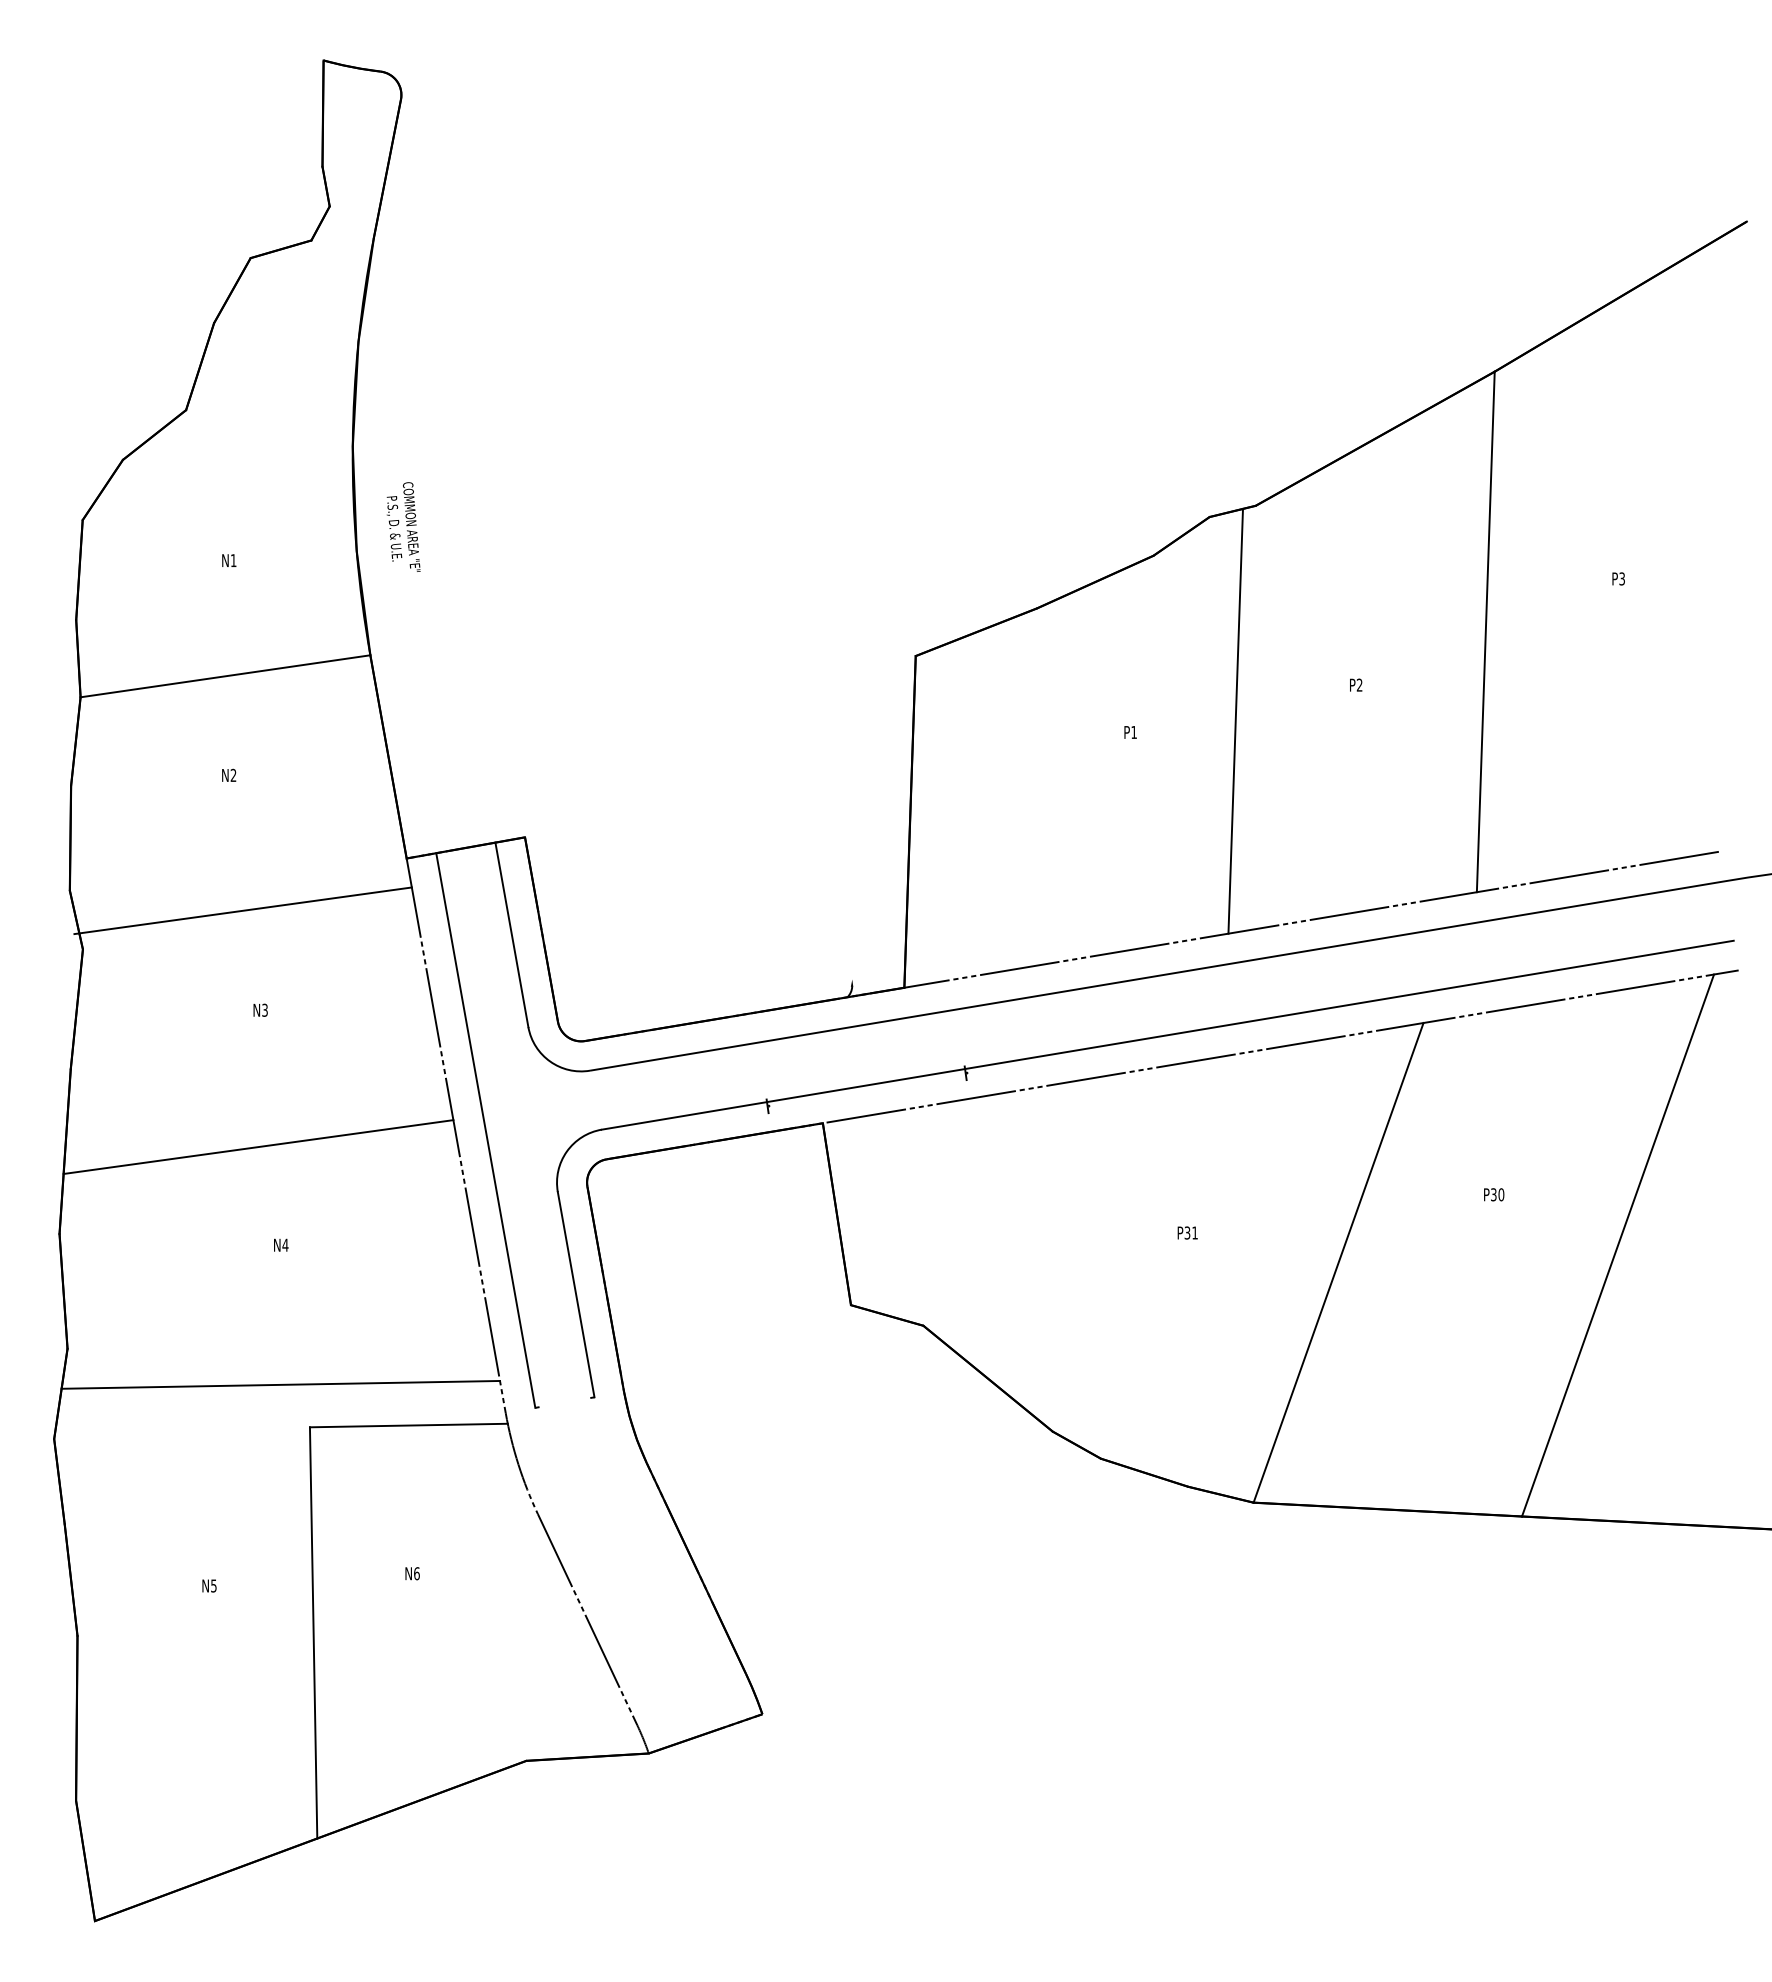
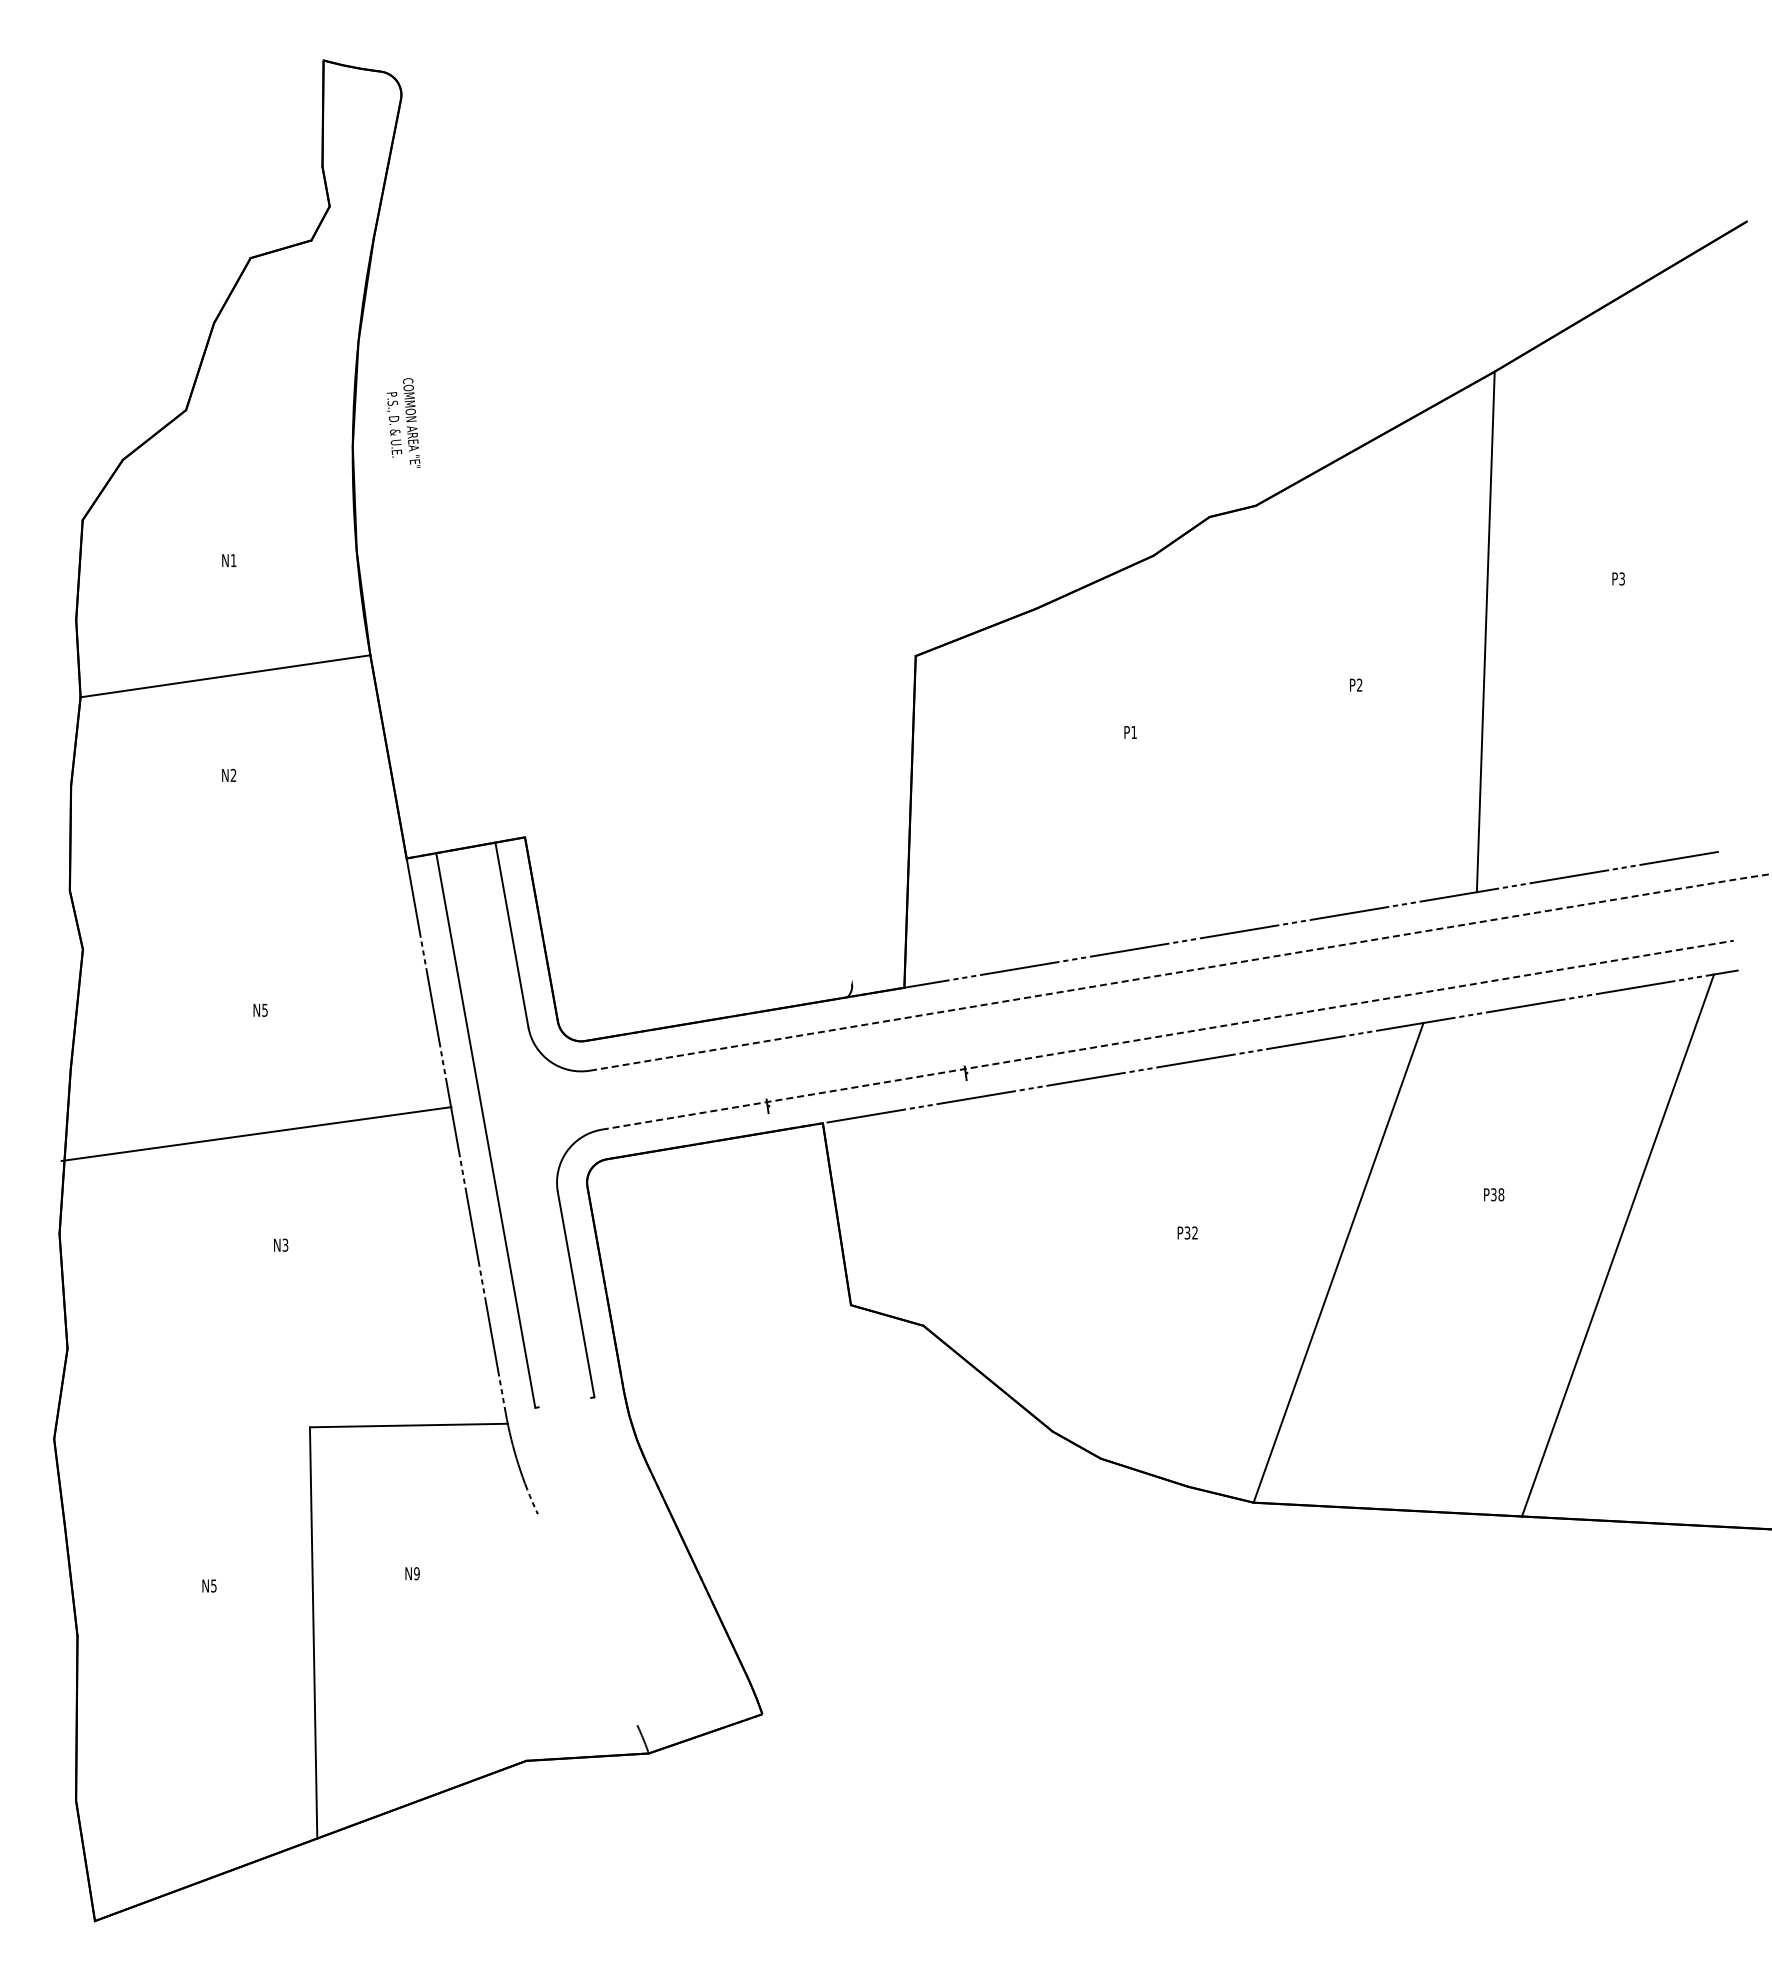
text at (403, 526) position: (403, 526) -> (403, 422)
line at (1235, 720): present -> none
line at (242, 910): present -> none
line at (1182, 971): solid -> dashed
text at (264, 1009): N3 -> N5
line at (1167, 1035): solid -> dashed
line at (258, 1146) position: (258, 1146) -> (256, 1133)
text at (1501, 1194): P30 -> P38
text at (1194, 1232): P31 -> P32
text at (285, 1244): N4 -> N3
line at (280, 1384): present -> none
text at (416, 1573): N6 -> N9
line at (587, 1619): present -> none
